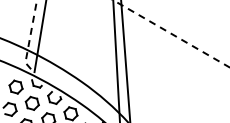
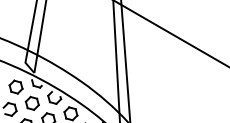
line at (171, 33): dashed -> solid
line at (29, 39): dashed -> solid
